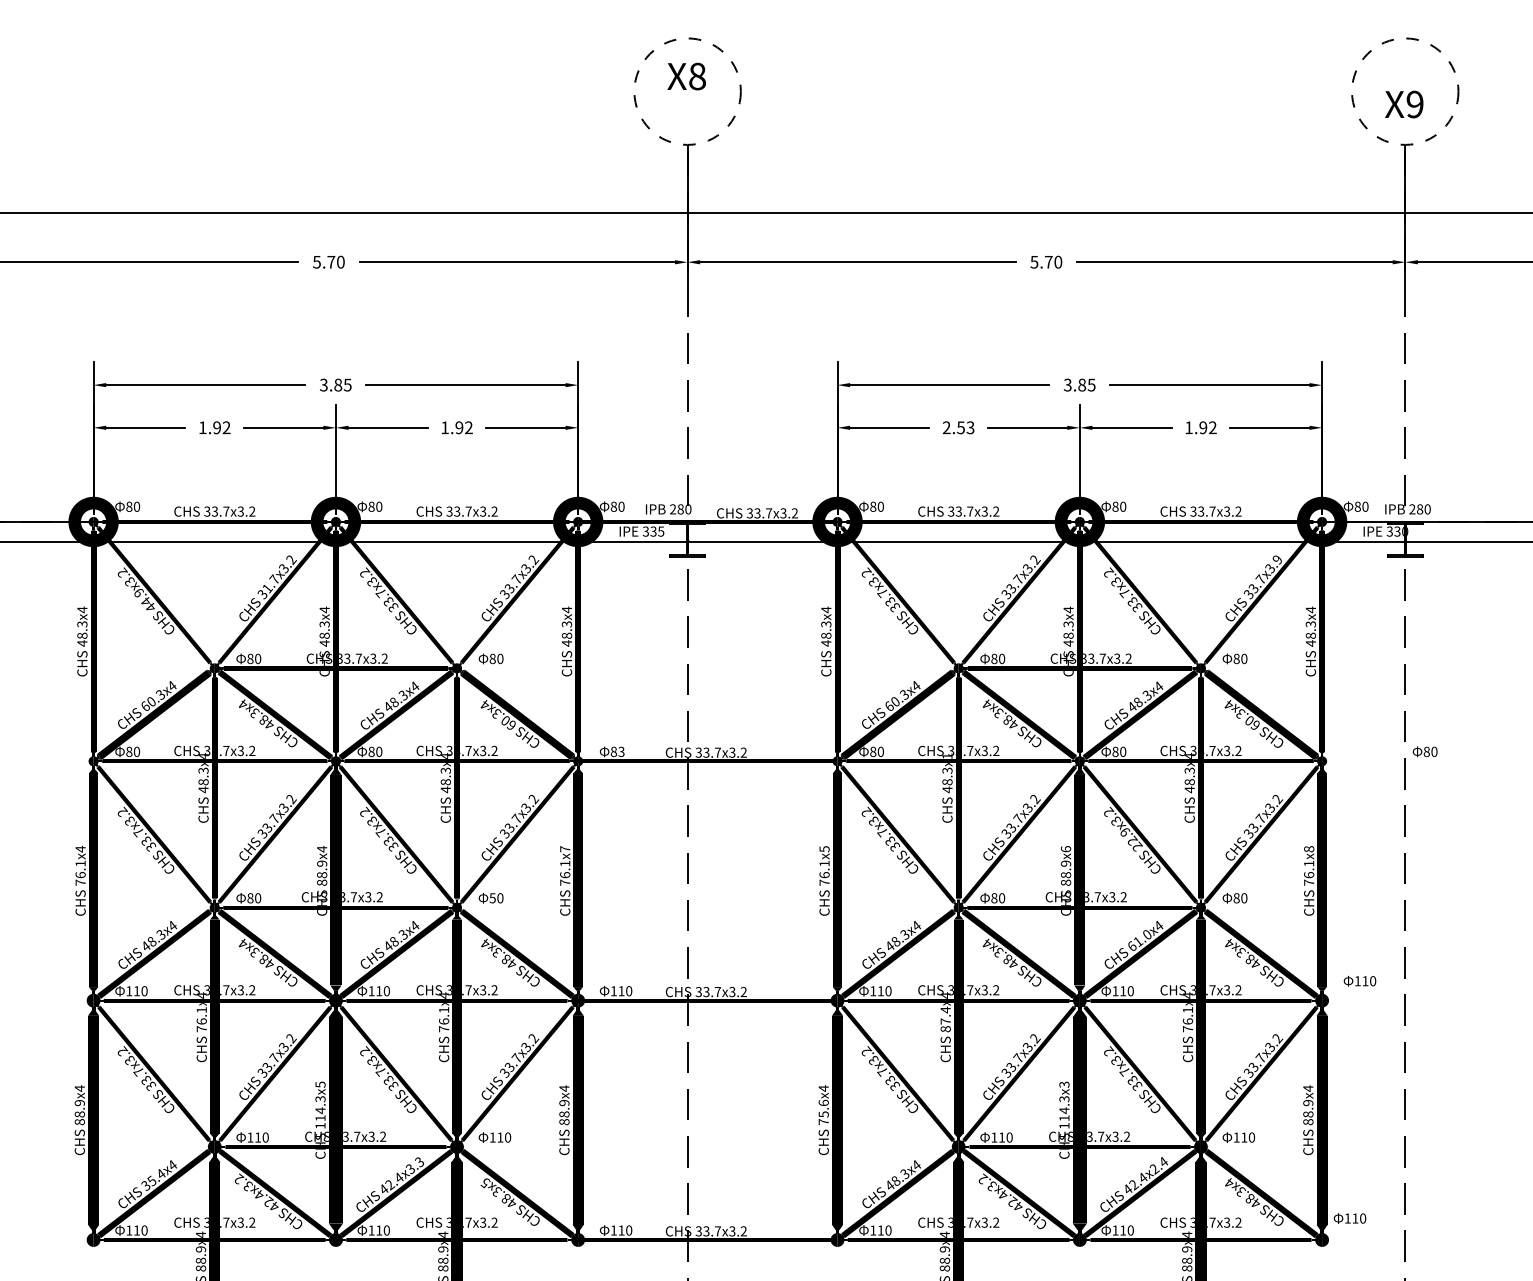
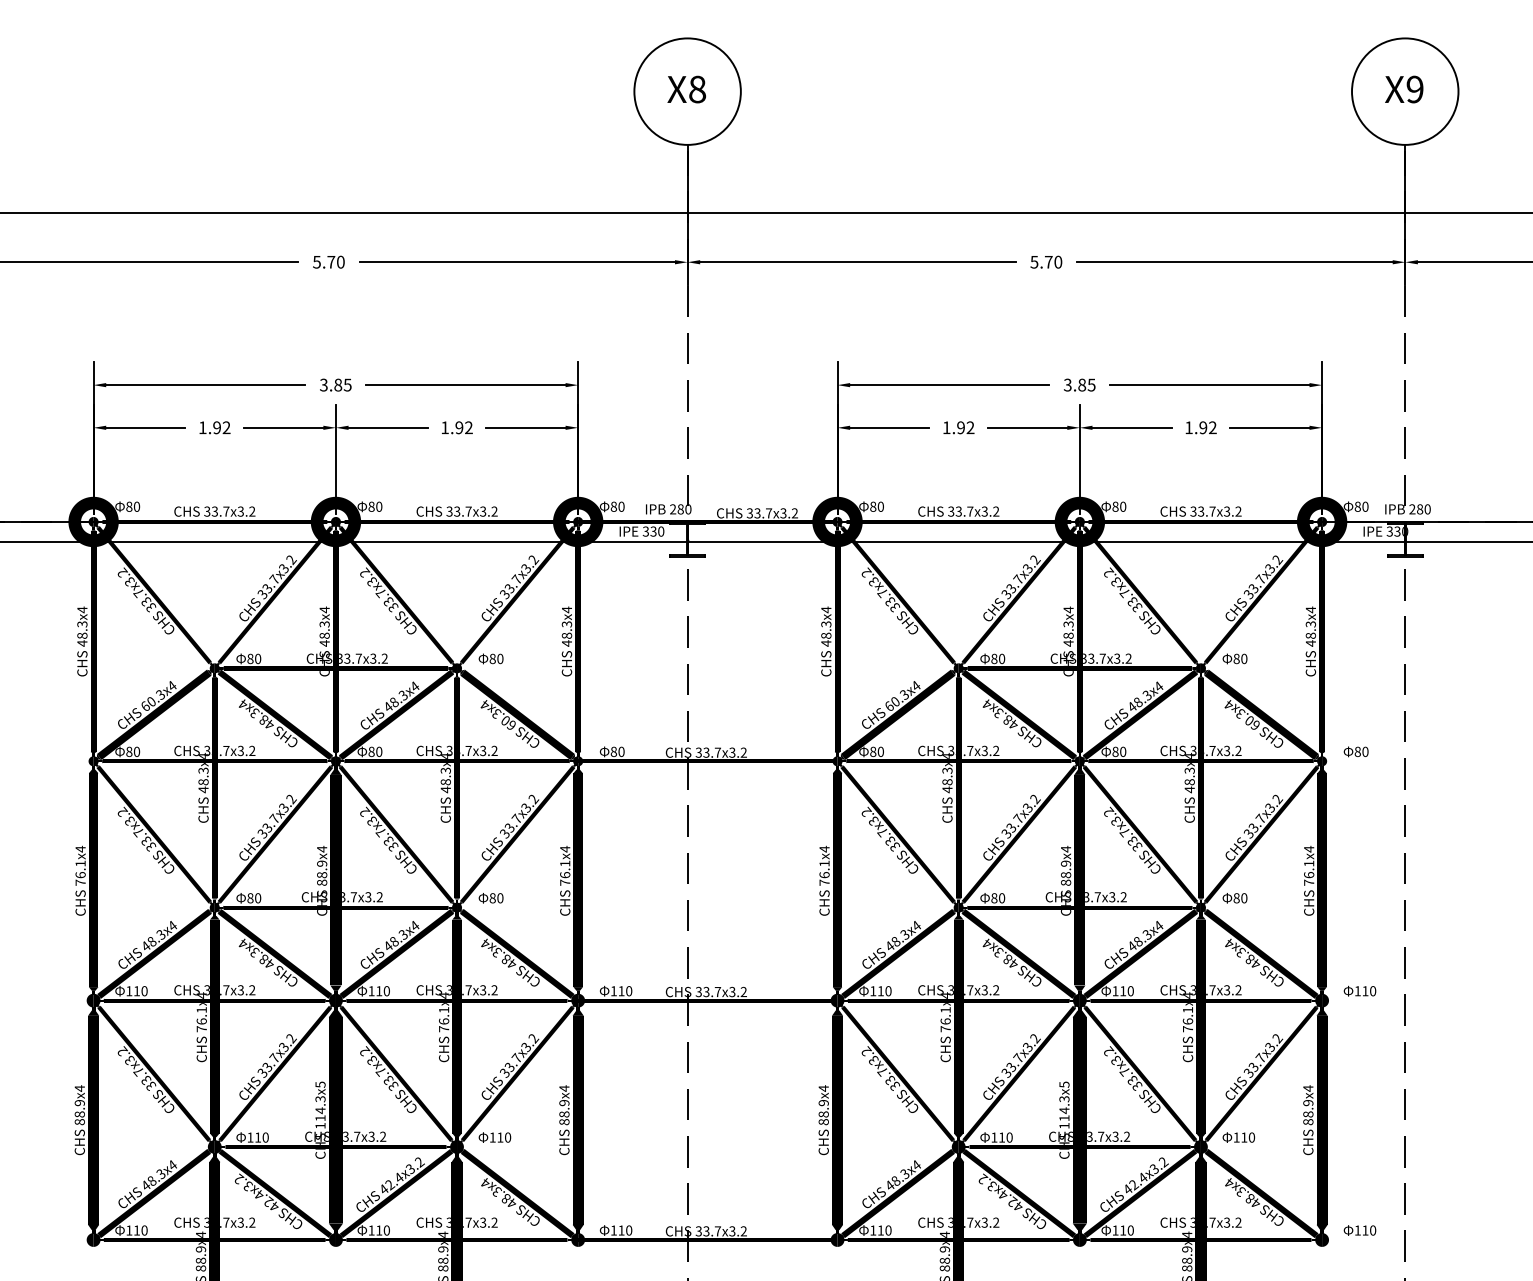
text at (686, 76) position: (686, 76) -> (686, 89)
circle at (687, 91): dashed -> solid
circle at (1405, 91): dashed -> solid
text at (1404, 104) position: (1404, 104) -> (1404, 89)
text at (958, 427): 2.53 -> 1.92
text at (661, 531): 335 -> 330
text at (1277, 560): 33.7x3.9 -> 33.7x3.2
text at (267, 588): 31.7x3.2 -> 33.7x3.2
text at (144, 600): 44.9x3.2 -> 33.7x3.2
text at (621, 751): 83 -> 80
text at (1424, 751) position: (1424, 751) -> (1355, 751)
text at (947, 755): 48.3x1 -> 48.3x4
text at (1130, 839): 22.9x3.2 -> 33.7x3.2
text at (824, 848): 76.1x5 -> 76.1x4
text at (1065, 848): 88.9x6 -> 88.9x4
text at (1309, 848): 76.1x8 -> 76.1x4
text at (565, 849): 76.1x7 -> 76.1x4
text at (492, 898): 50 -> 80
text at (1139, 940): 61.0x4 -> 48.3x4
text at (1359, 980) position: (1359, 980) -> (1359, 990)
text at (945, 1019): 87.4x4 -> 76.1x4
text at (1063, 1084): 114.3x3 -> 114.3x5
text at (823, 1112): 75.6x4 -> 88.9x4
text at (419, 1162): 42.4x3.3 -> 42.4x3.2
text at (1160, 1165): 42.4x2.4 -> 42.4x3.2
text at (153, 1179): 35.4x4 -> 48.3x4
text at (485, 1183): 48.3x5 -> 48.3x4
text at (1349, 1218) position: (1349, 1218) -> (1359, 1230)
